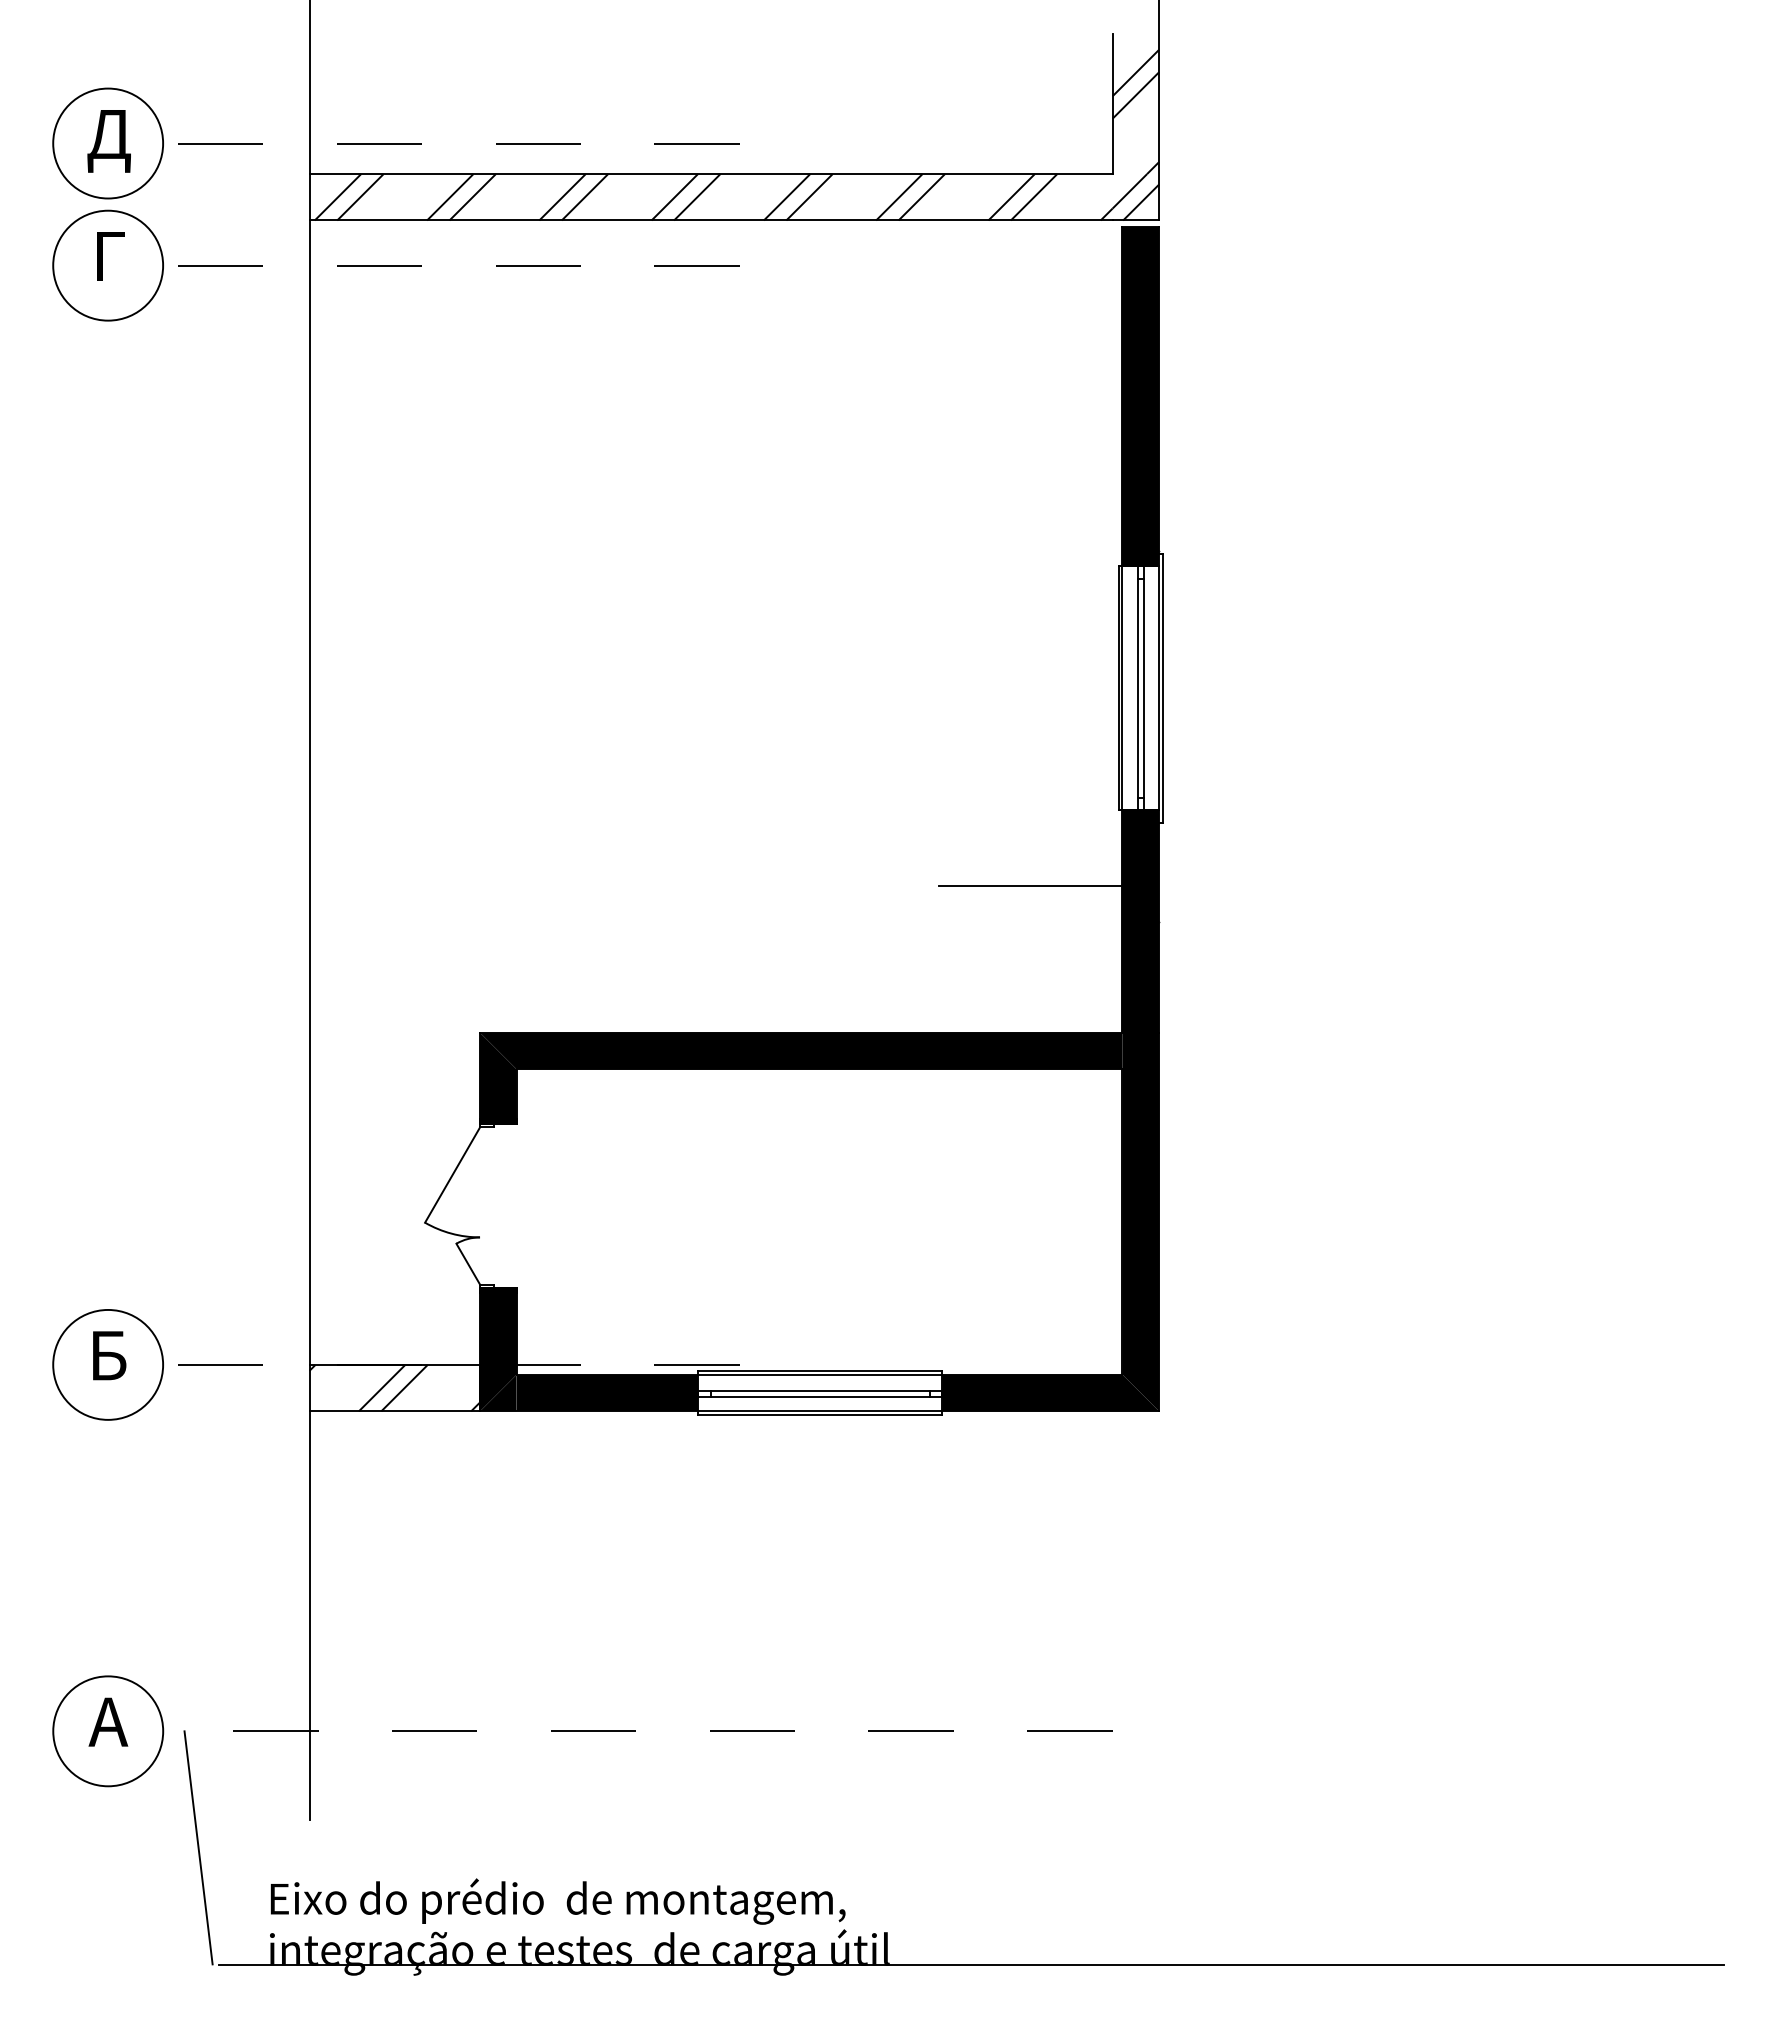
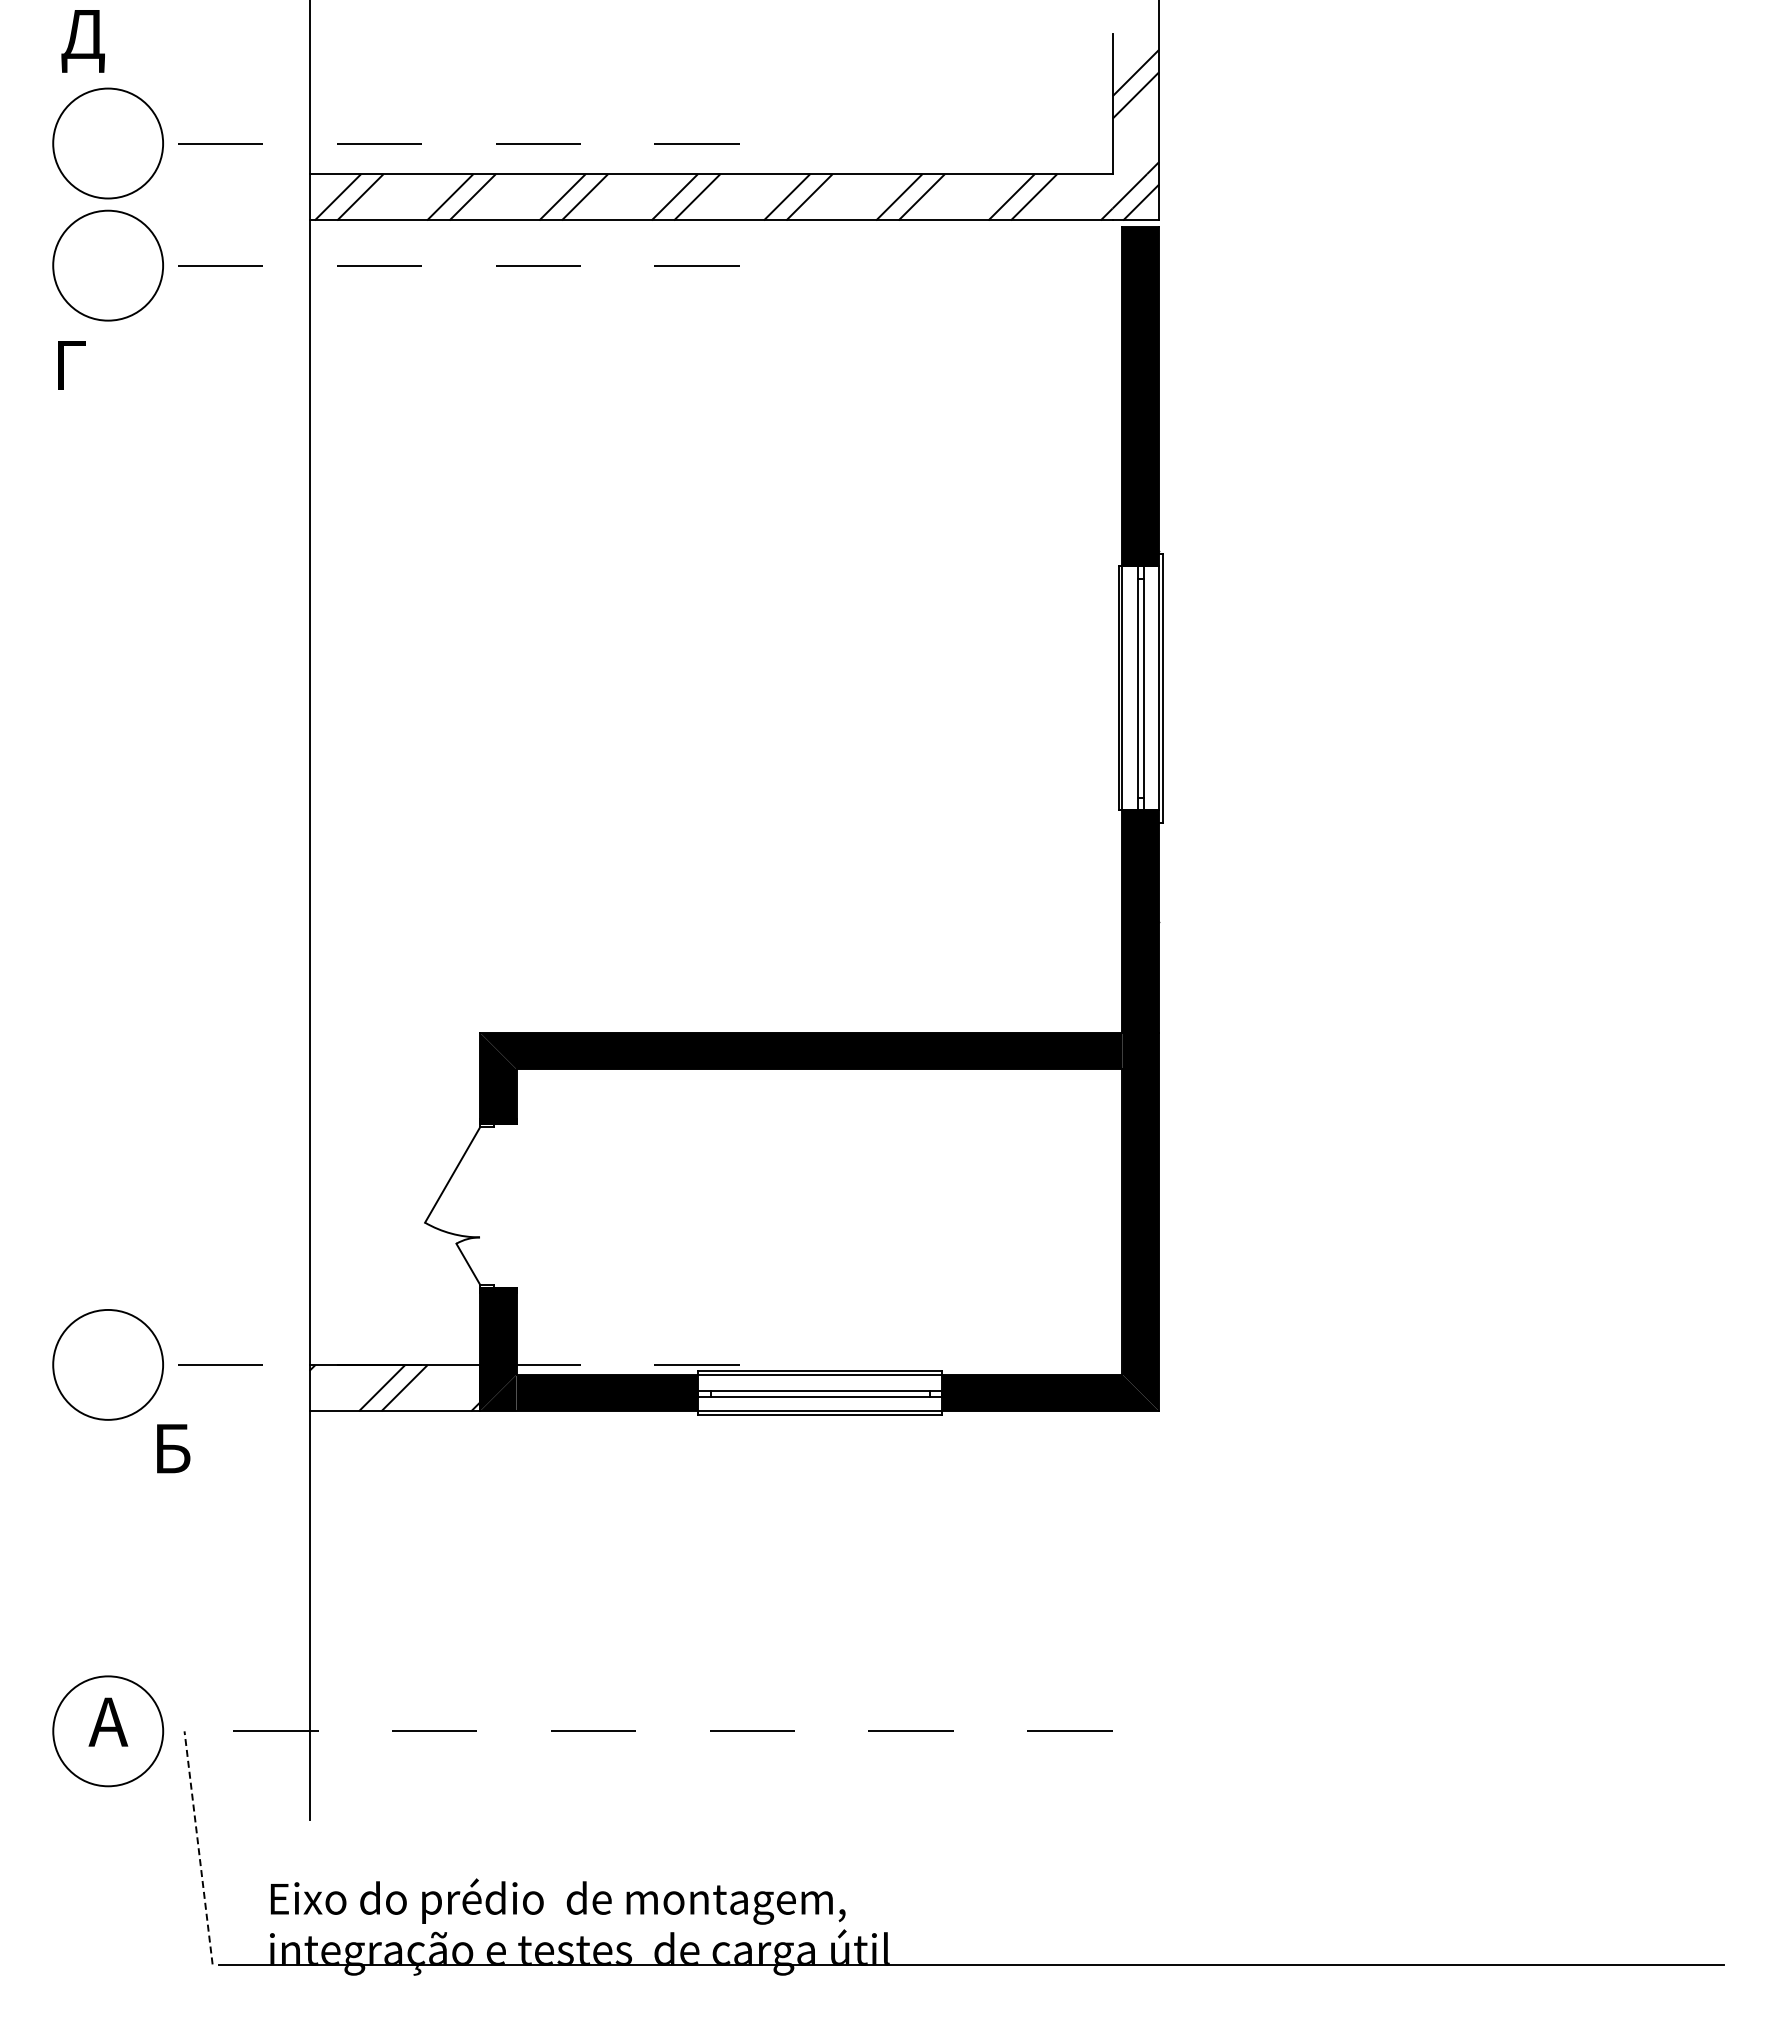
text at (108, 141) position: (108, 141) -> (82, 41)
text at (110, 256) position: (110, 256) -> (71, 365)
line at (1030, 885): present -> none
text at (109, 1355) position: (109, 1355) -> (173, 1448)
line at (198, 1847): solid -> dashed
